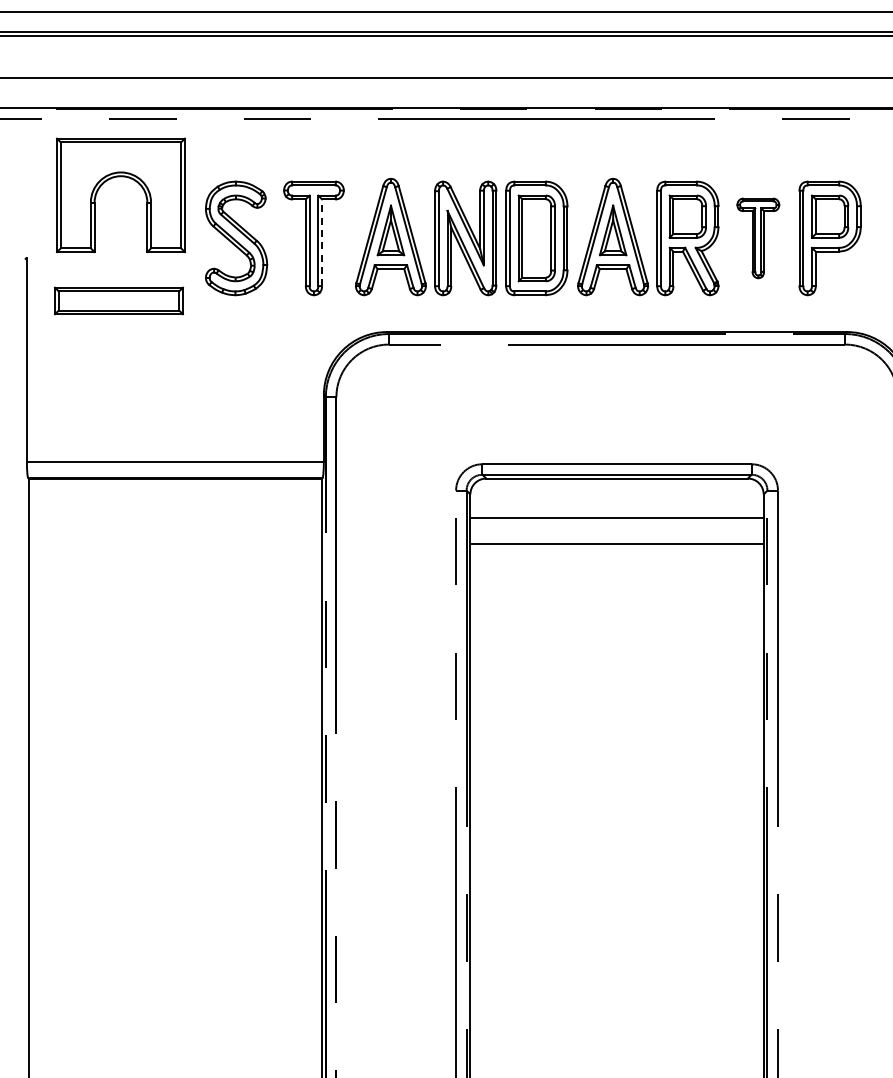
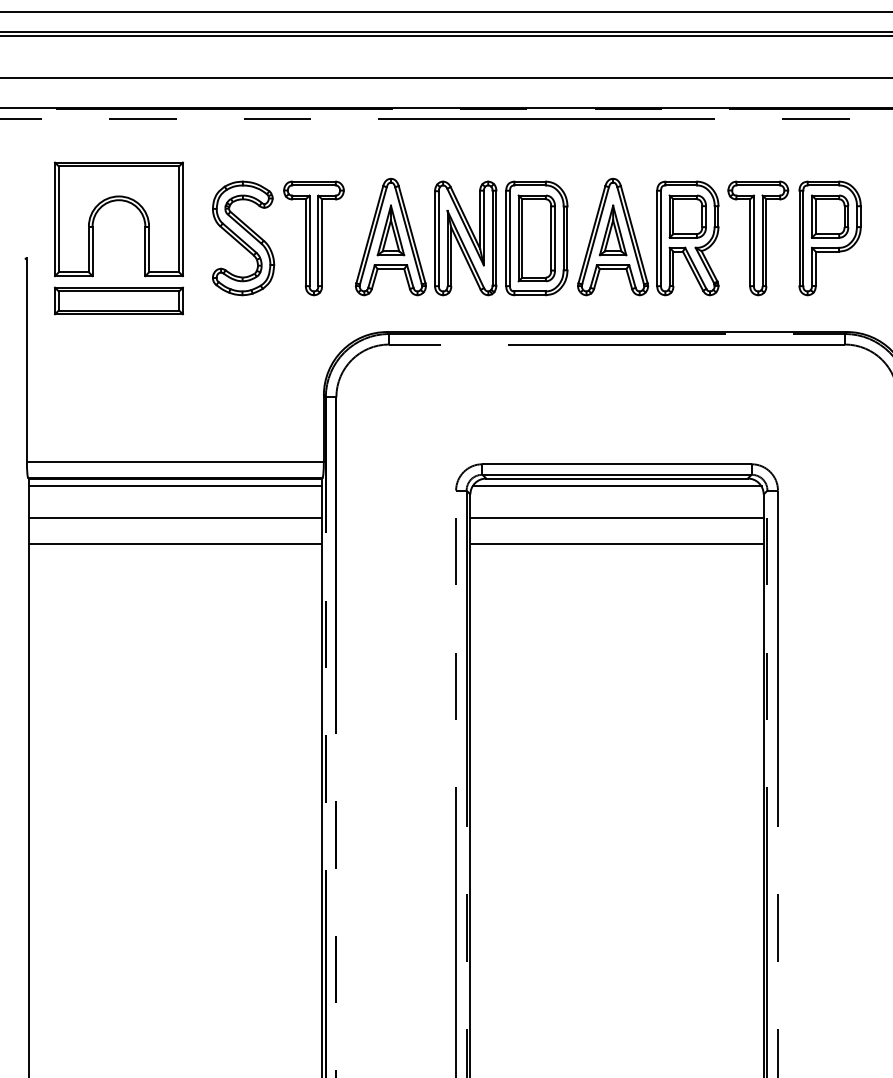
part at (120, 177) position: (120, 177) -> (118, 201)
part at (236, 238) position: (236, 238) -> (243, 238)
part at (758, 238) size: 45x83 px -> 63x117 px
line at (322, 242): dashed -> solid
line at (175, 486): none -> present
line at (616, 486): none -> present
line at (175, 518): none -> present
line at (175, 543): none -> present
